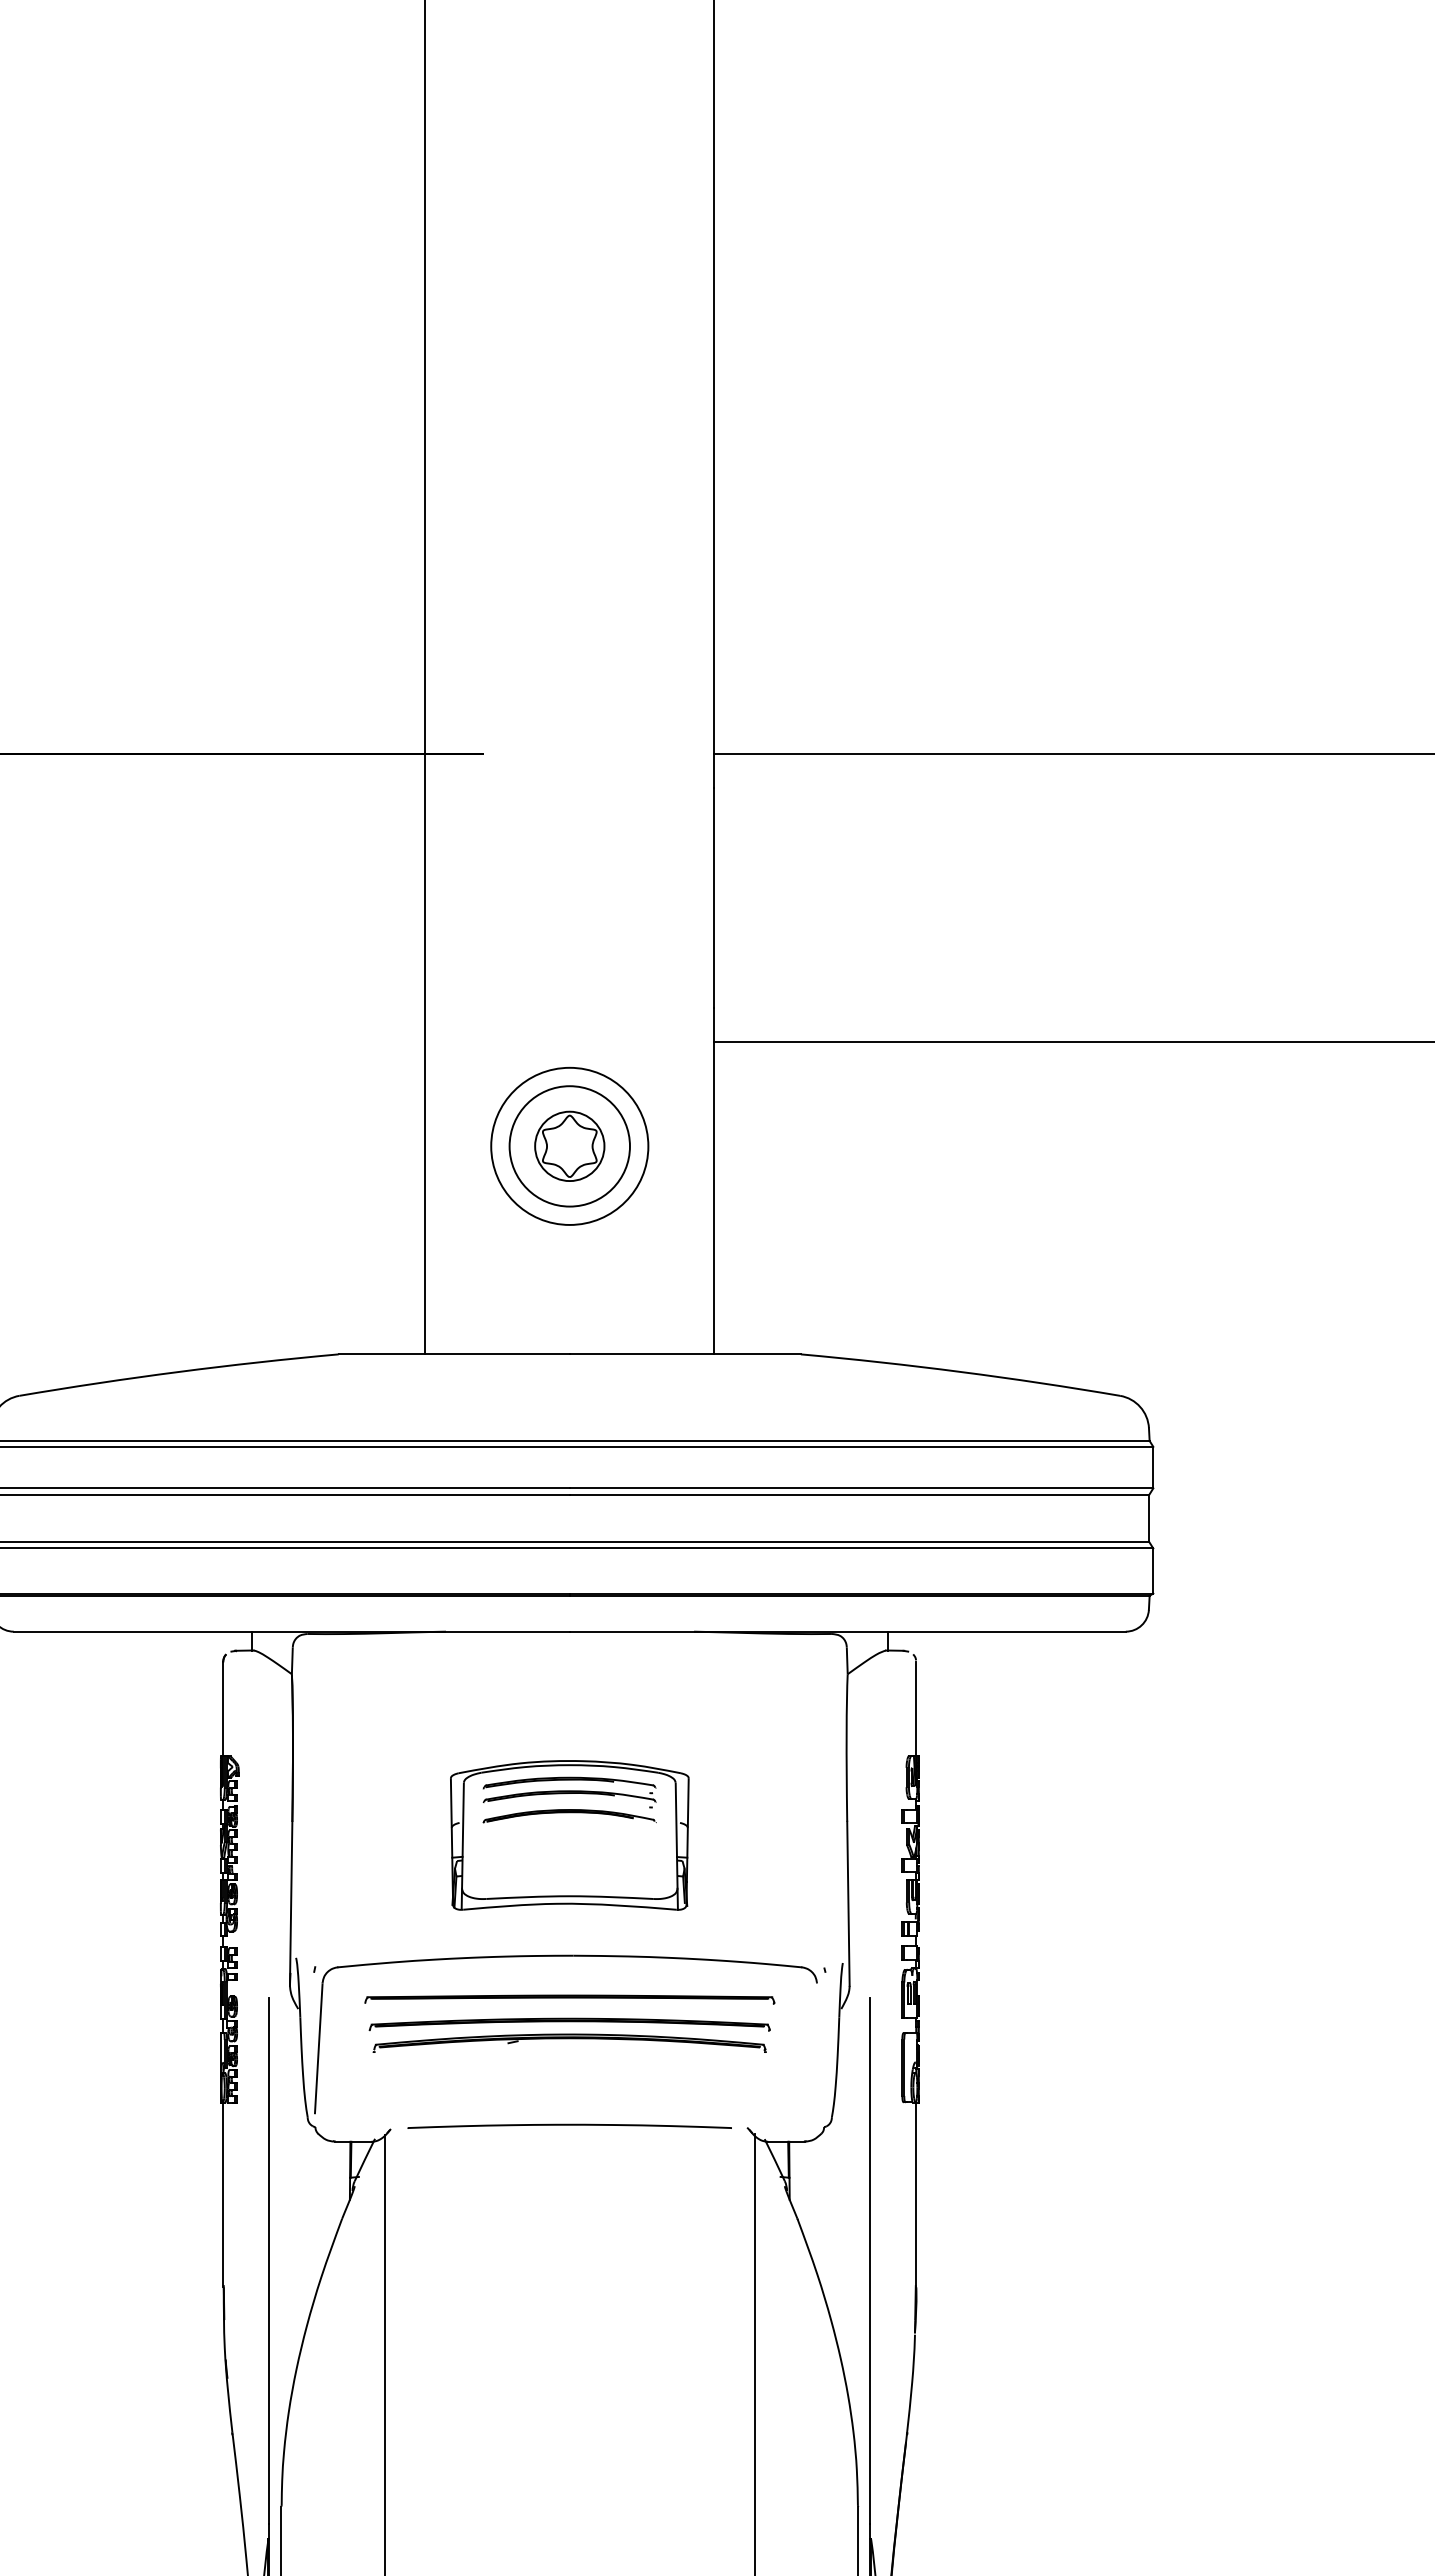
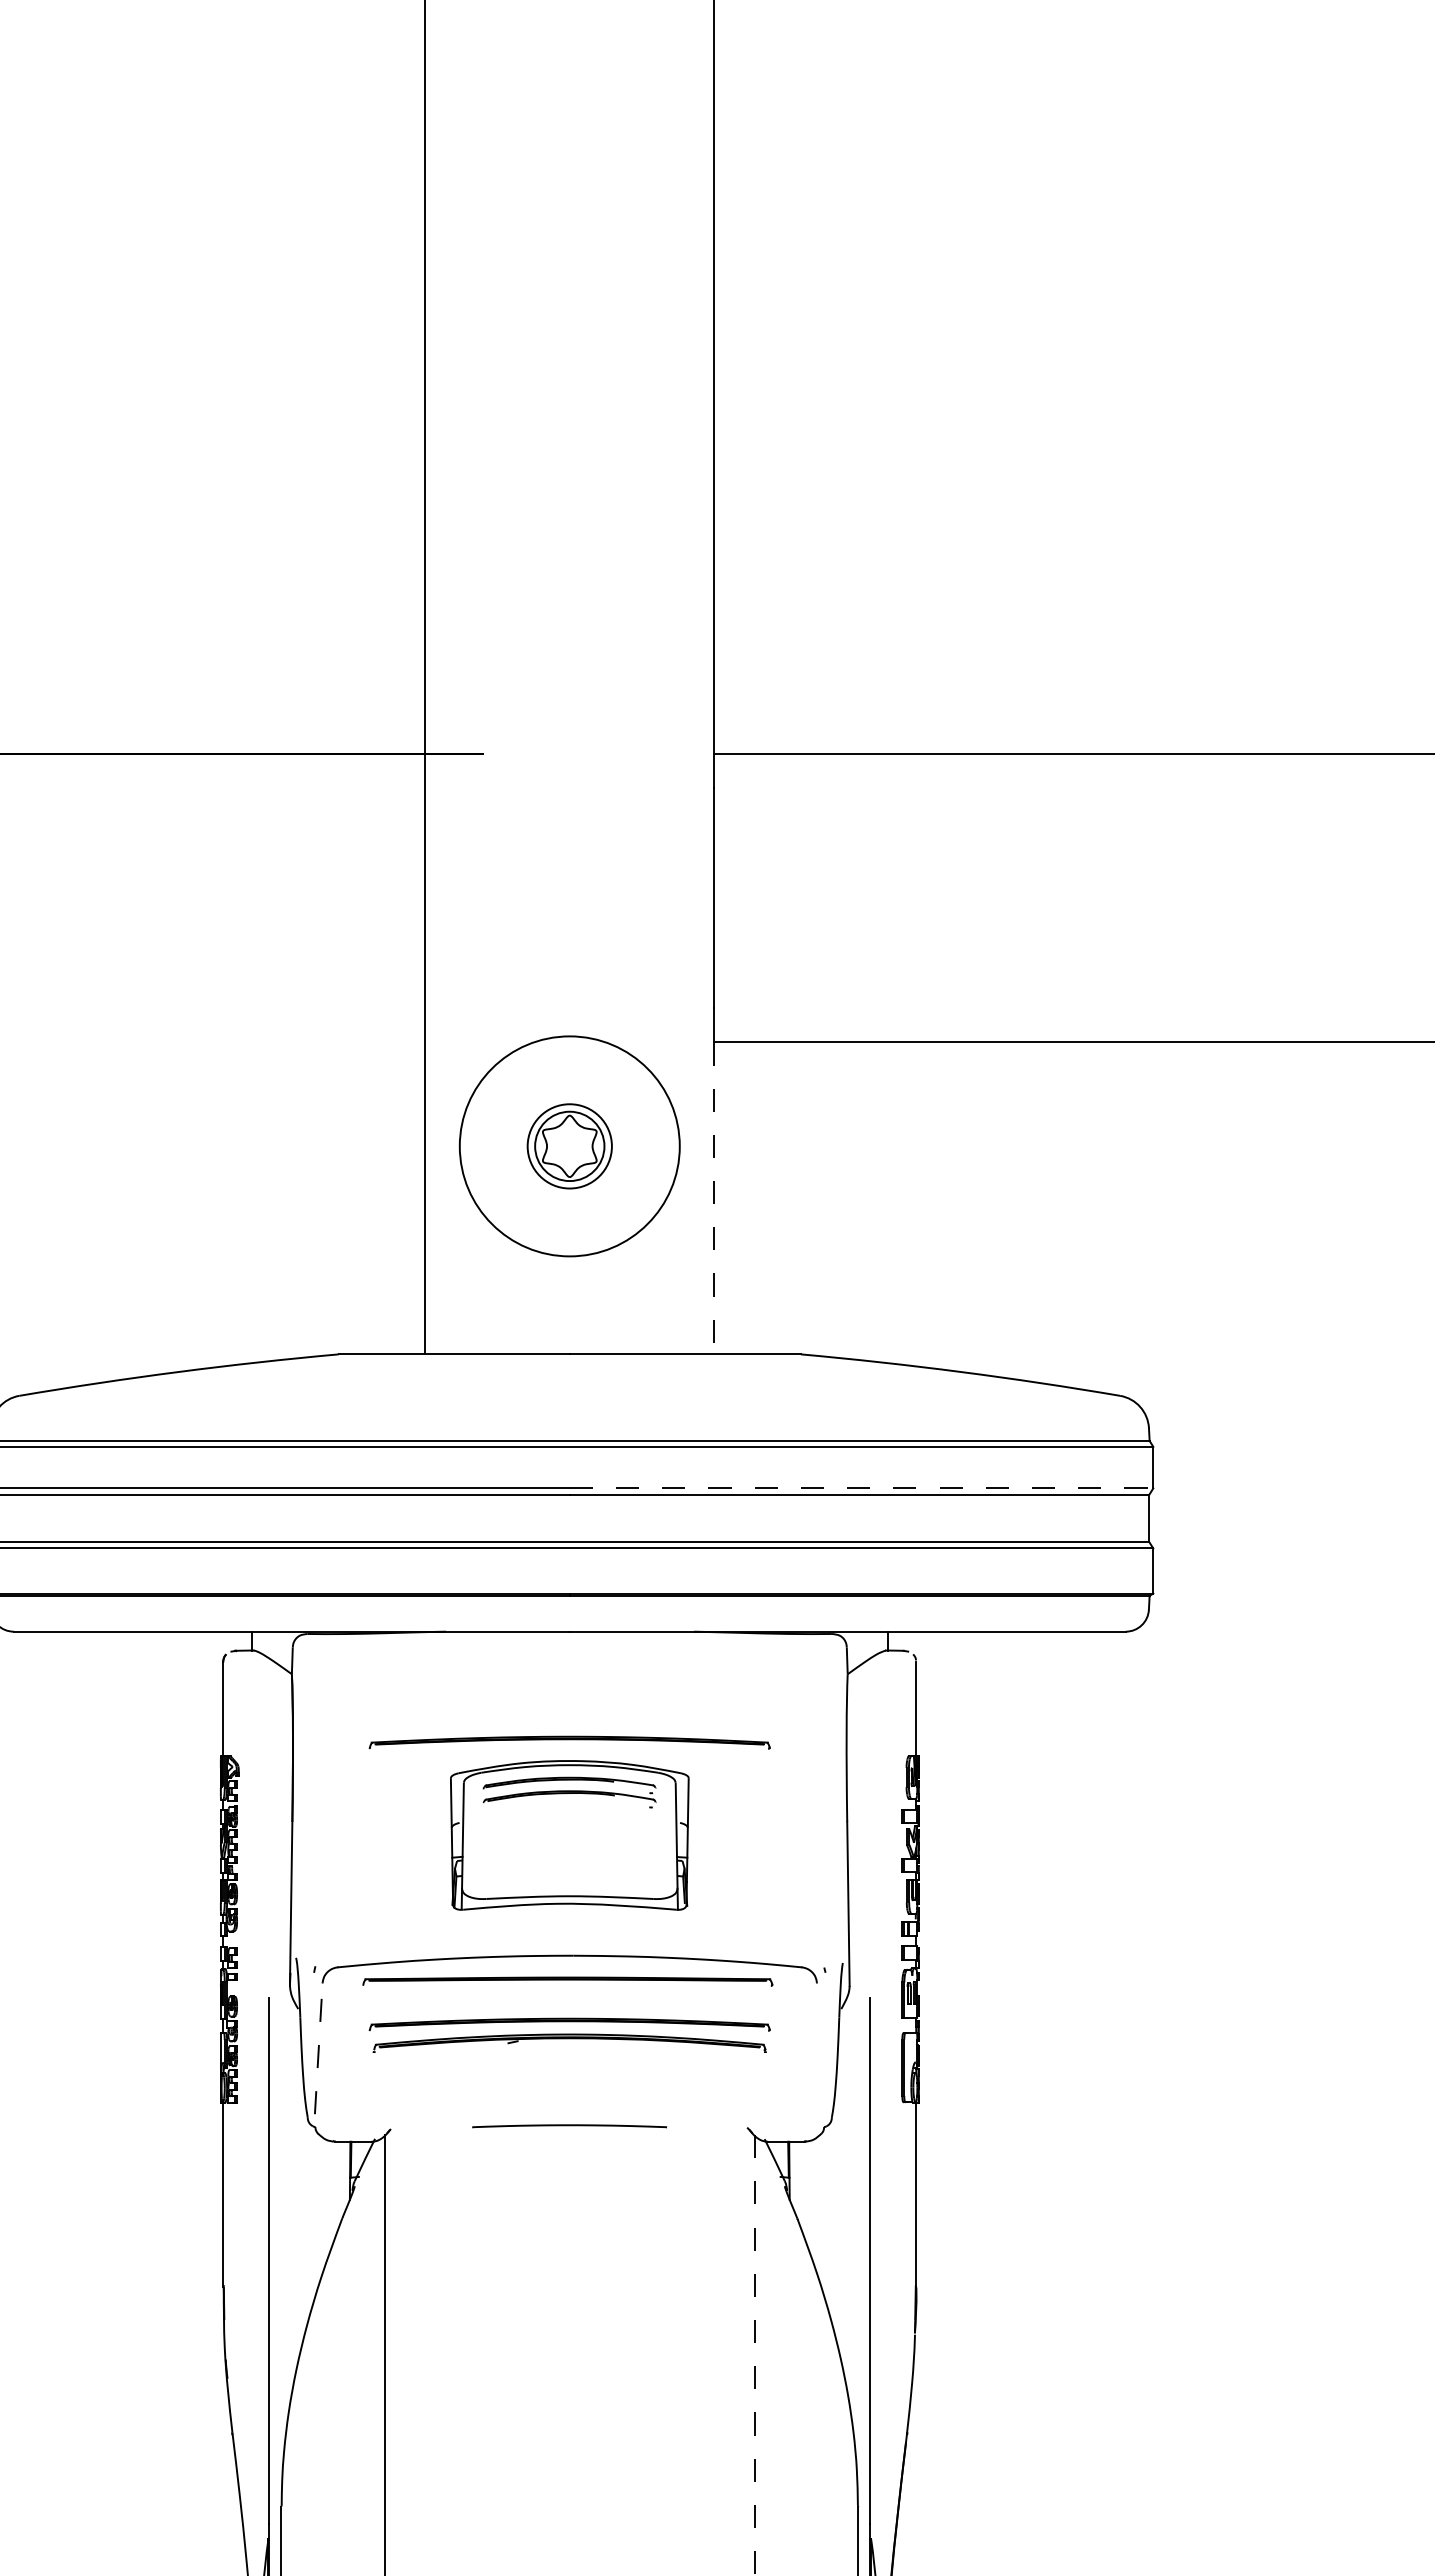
circle at (569, 1145) diameter: 157 px -> 220 px
circle at (569, 1146) diameter: 120 px -> 84 px
line at (714, 1198): solid -> dashed
line at (861, 1488): solid -> dashed
part at (569, 1742): none -> present
part at (569, 1816): present -> none
part at (569, 1999) position: (569, 1999) -> (567, 1981)
line at (318, 2047): solid -> dashed
part at (569, 2125) size: 325x6 px -> 196x5 px
line at (754, 2354): solid -> dashed
